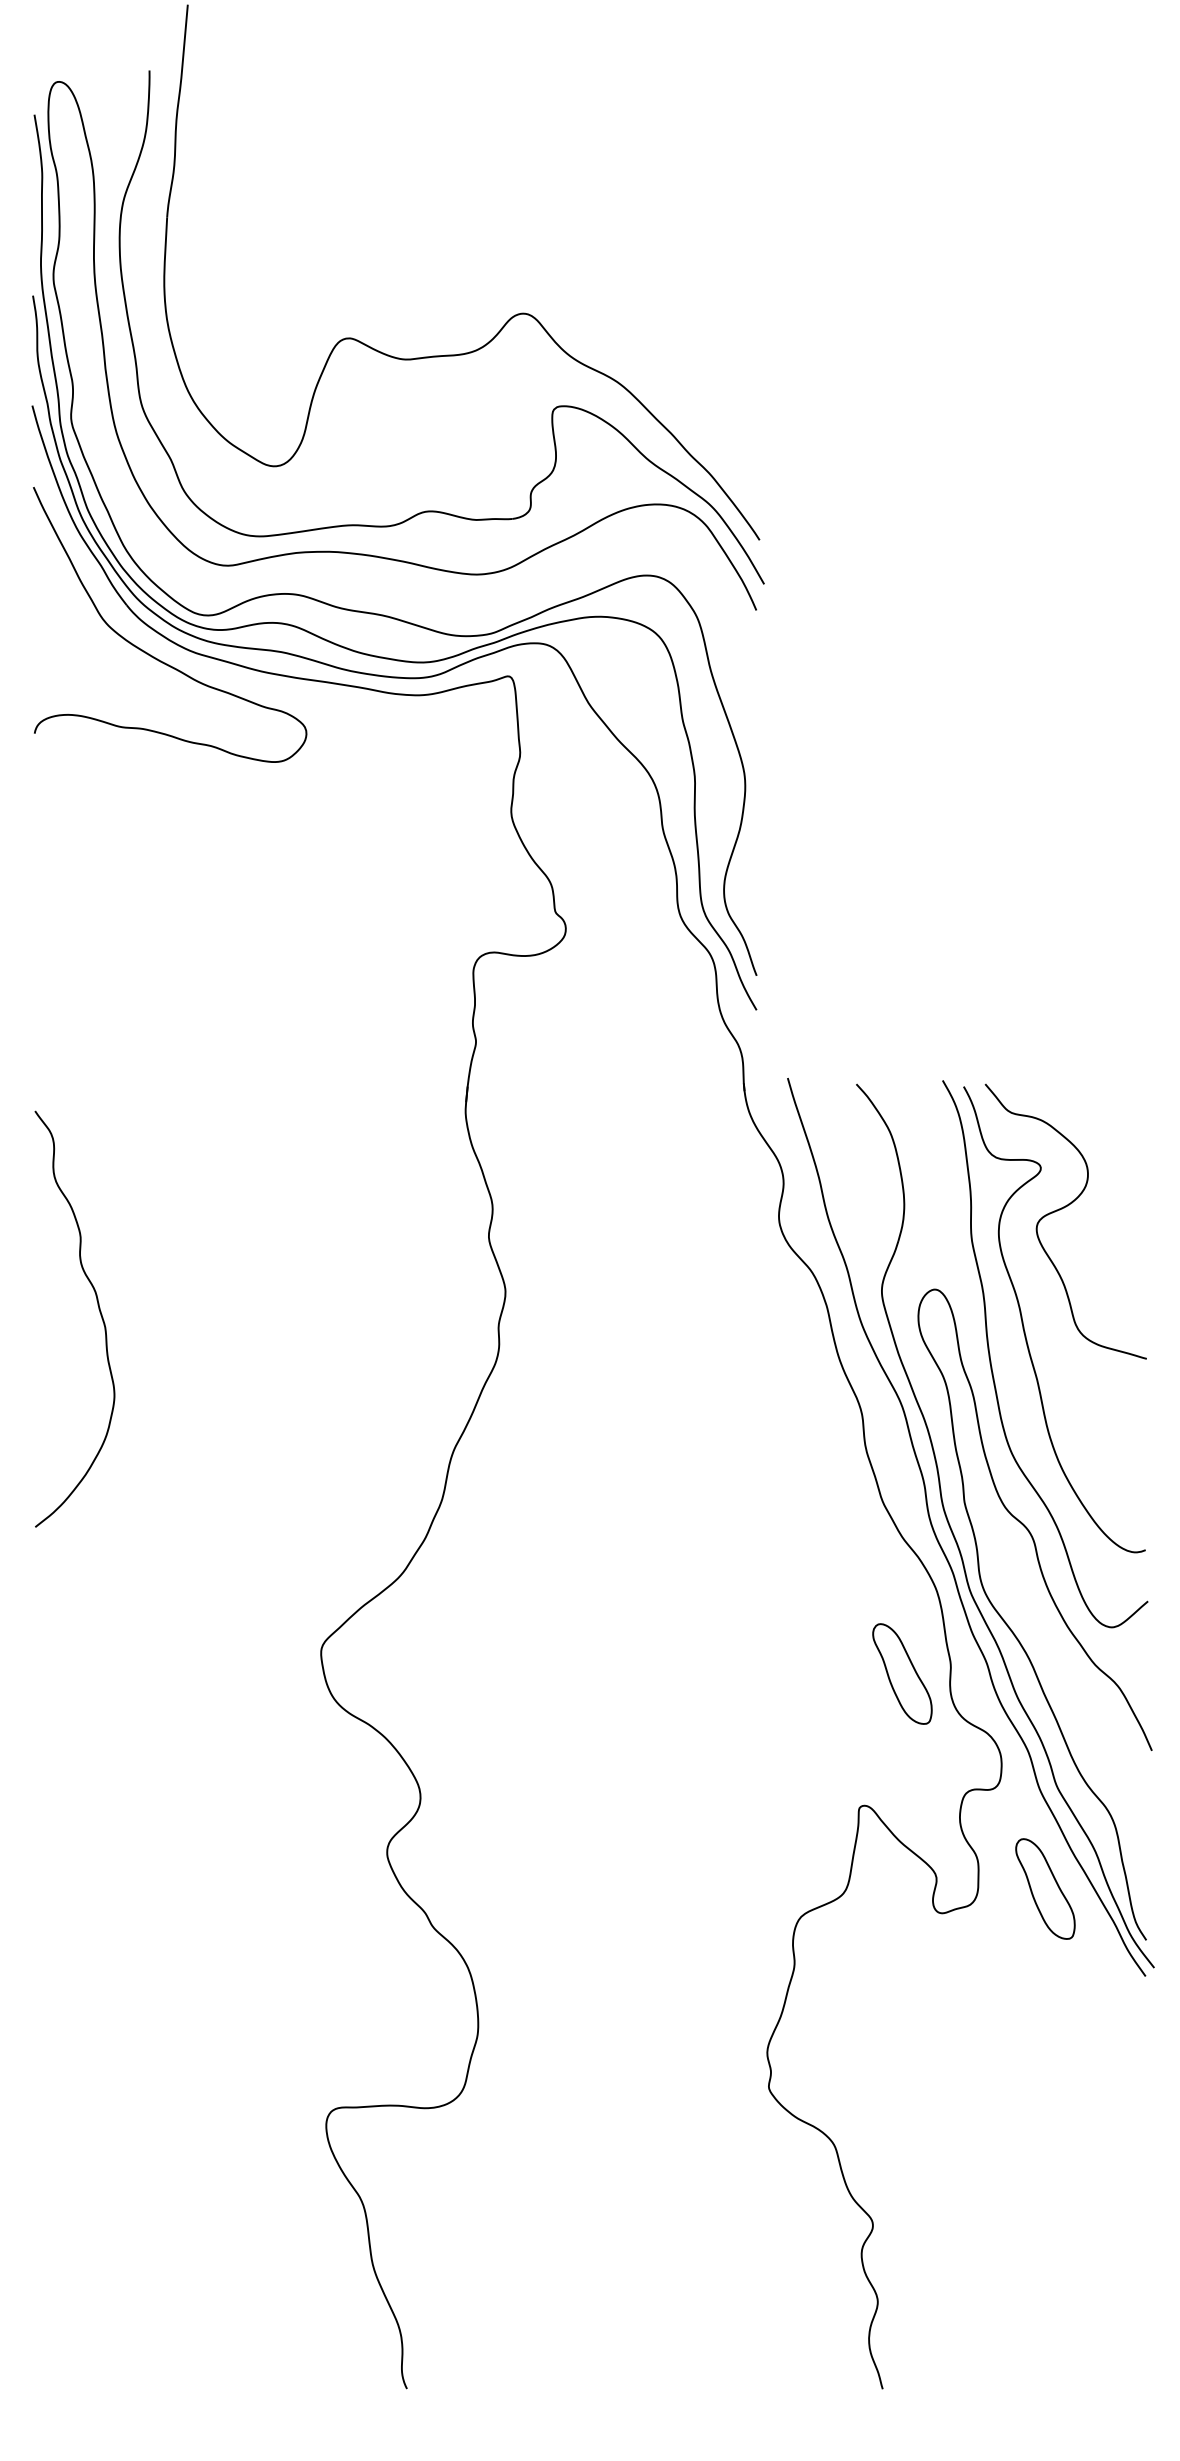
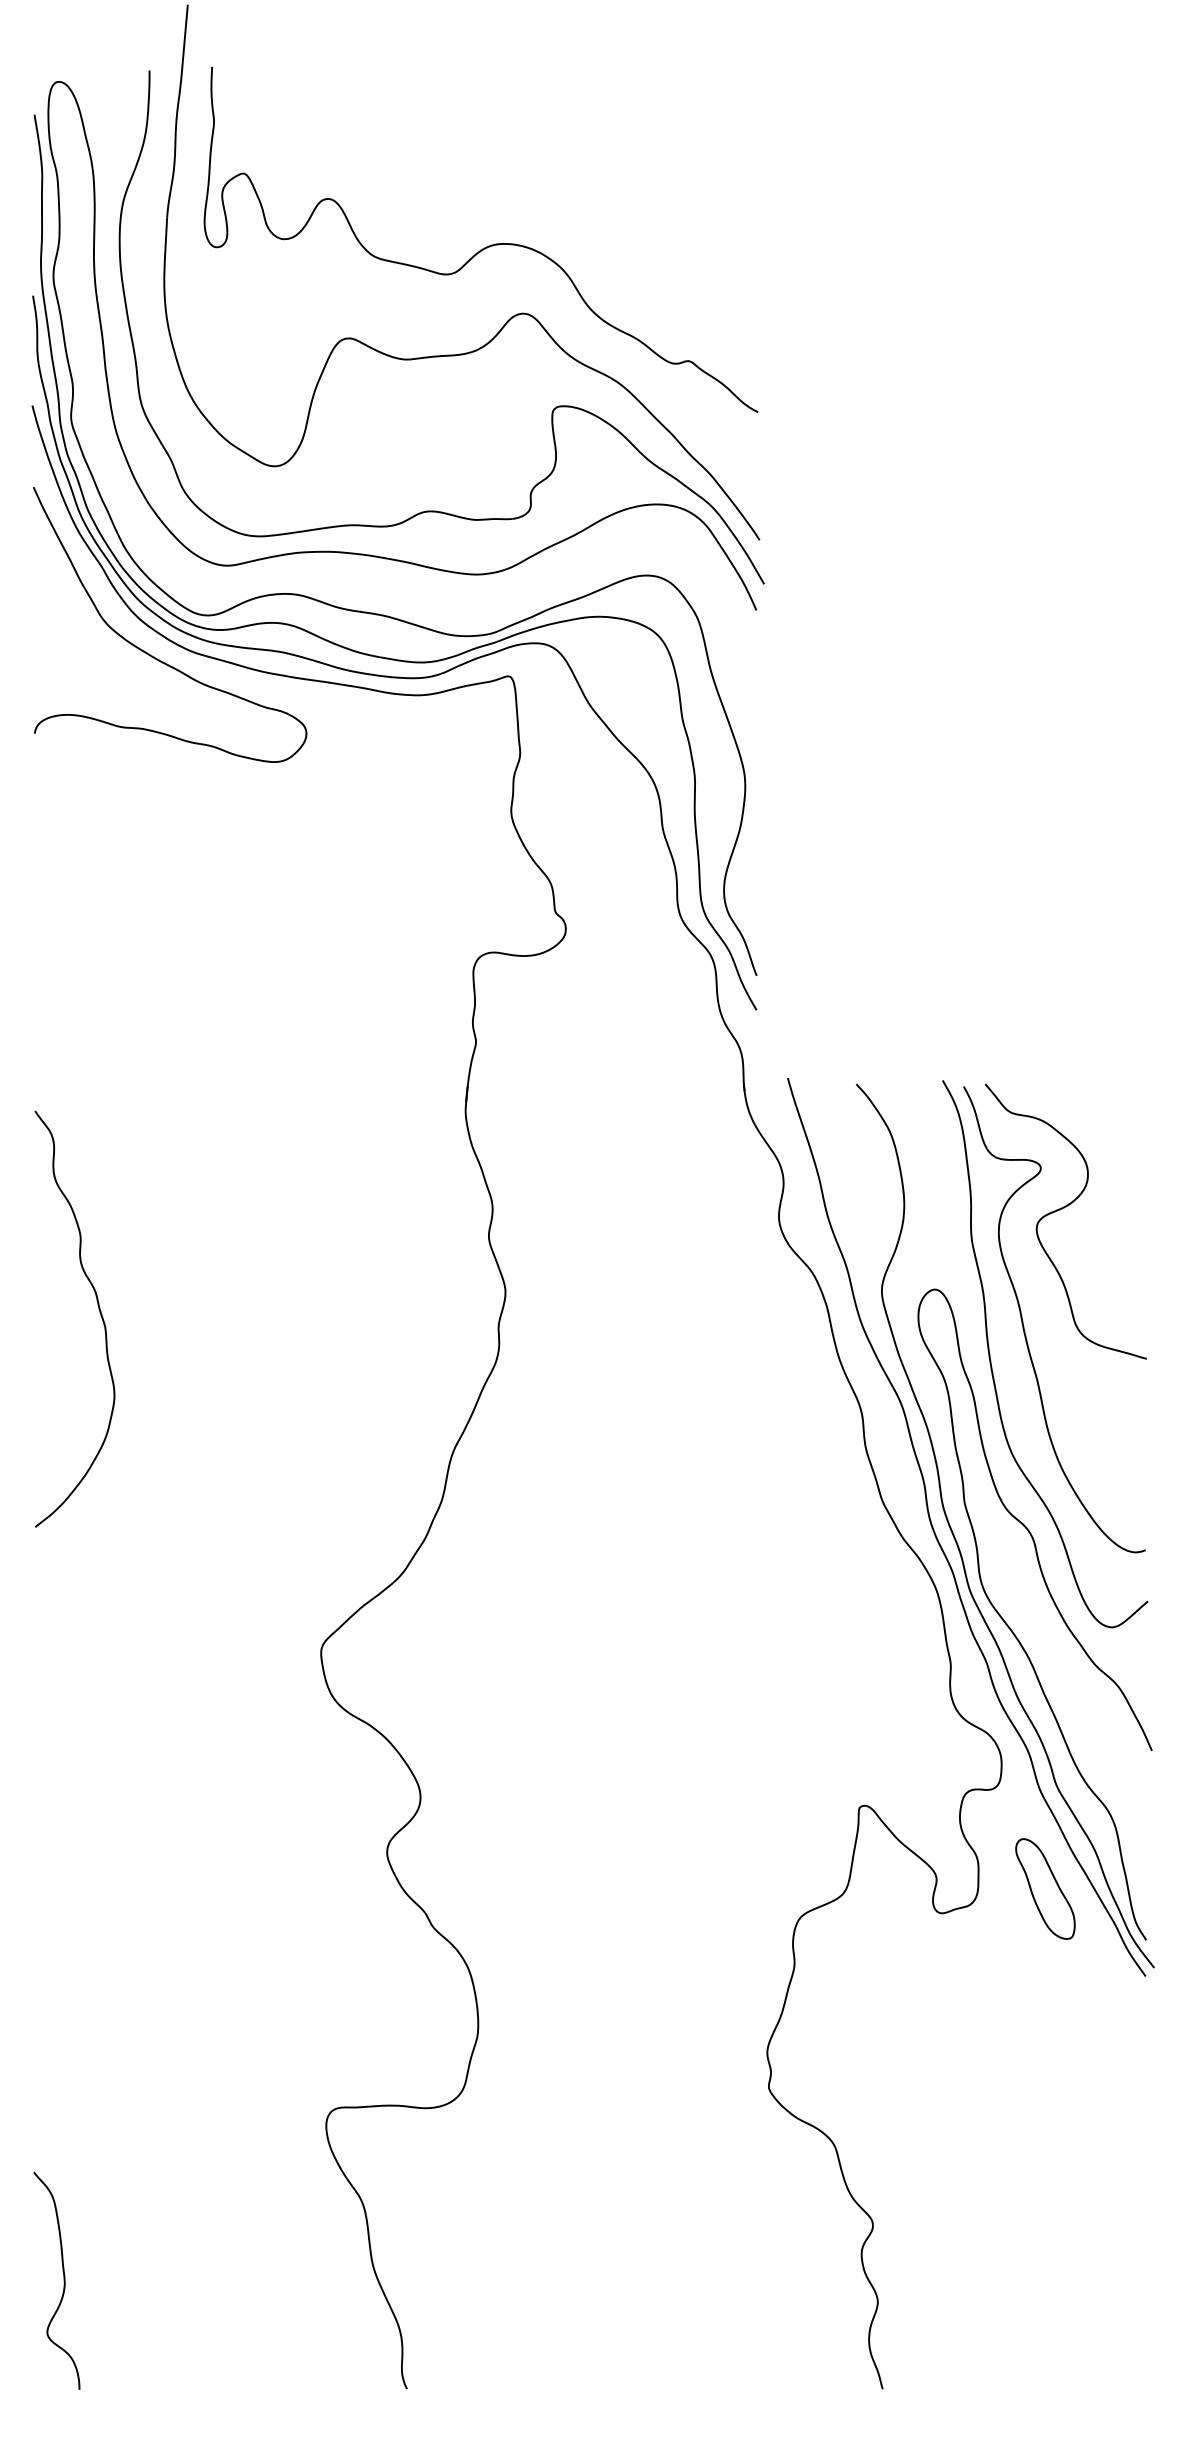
curve at (484, 247): none -> present
part at (902, 1673): present -> none
curve at (63, 2280): none -> present
